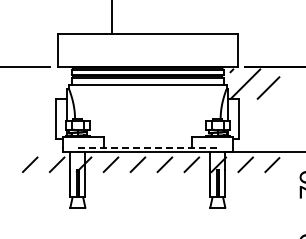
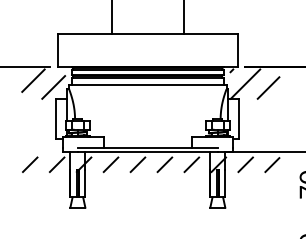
line at (183, 17): none -> present
hatch at (43, 83): none -> present
line at (147, 147): dashed -> solid
